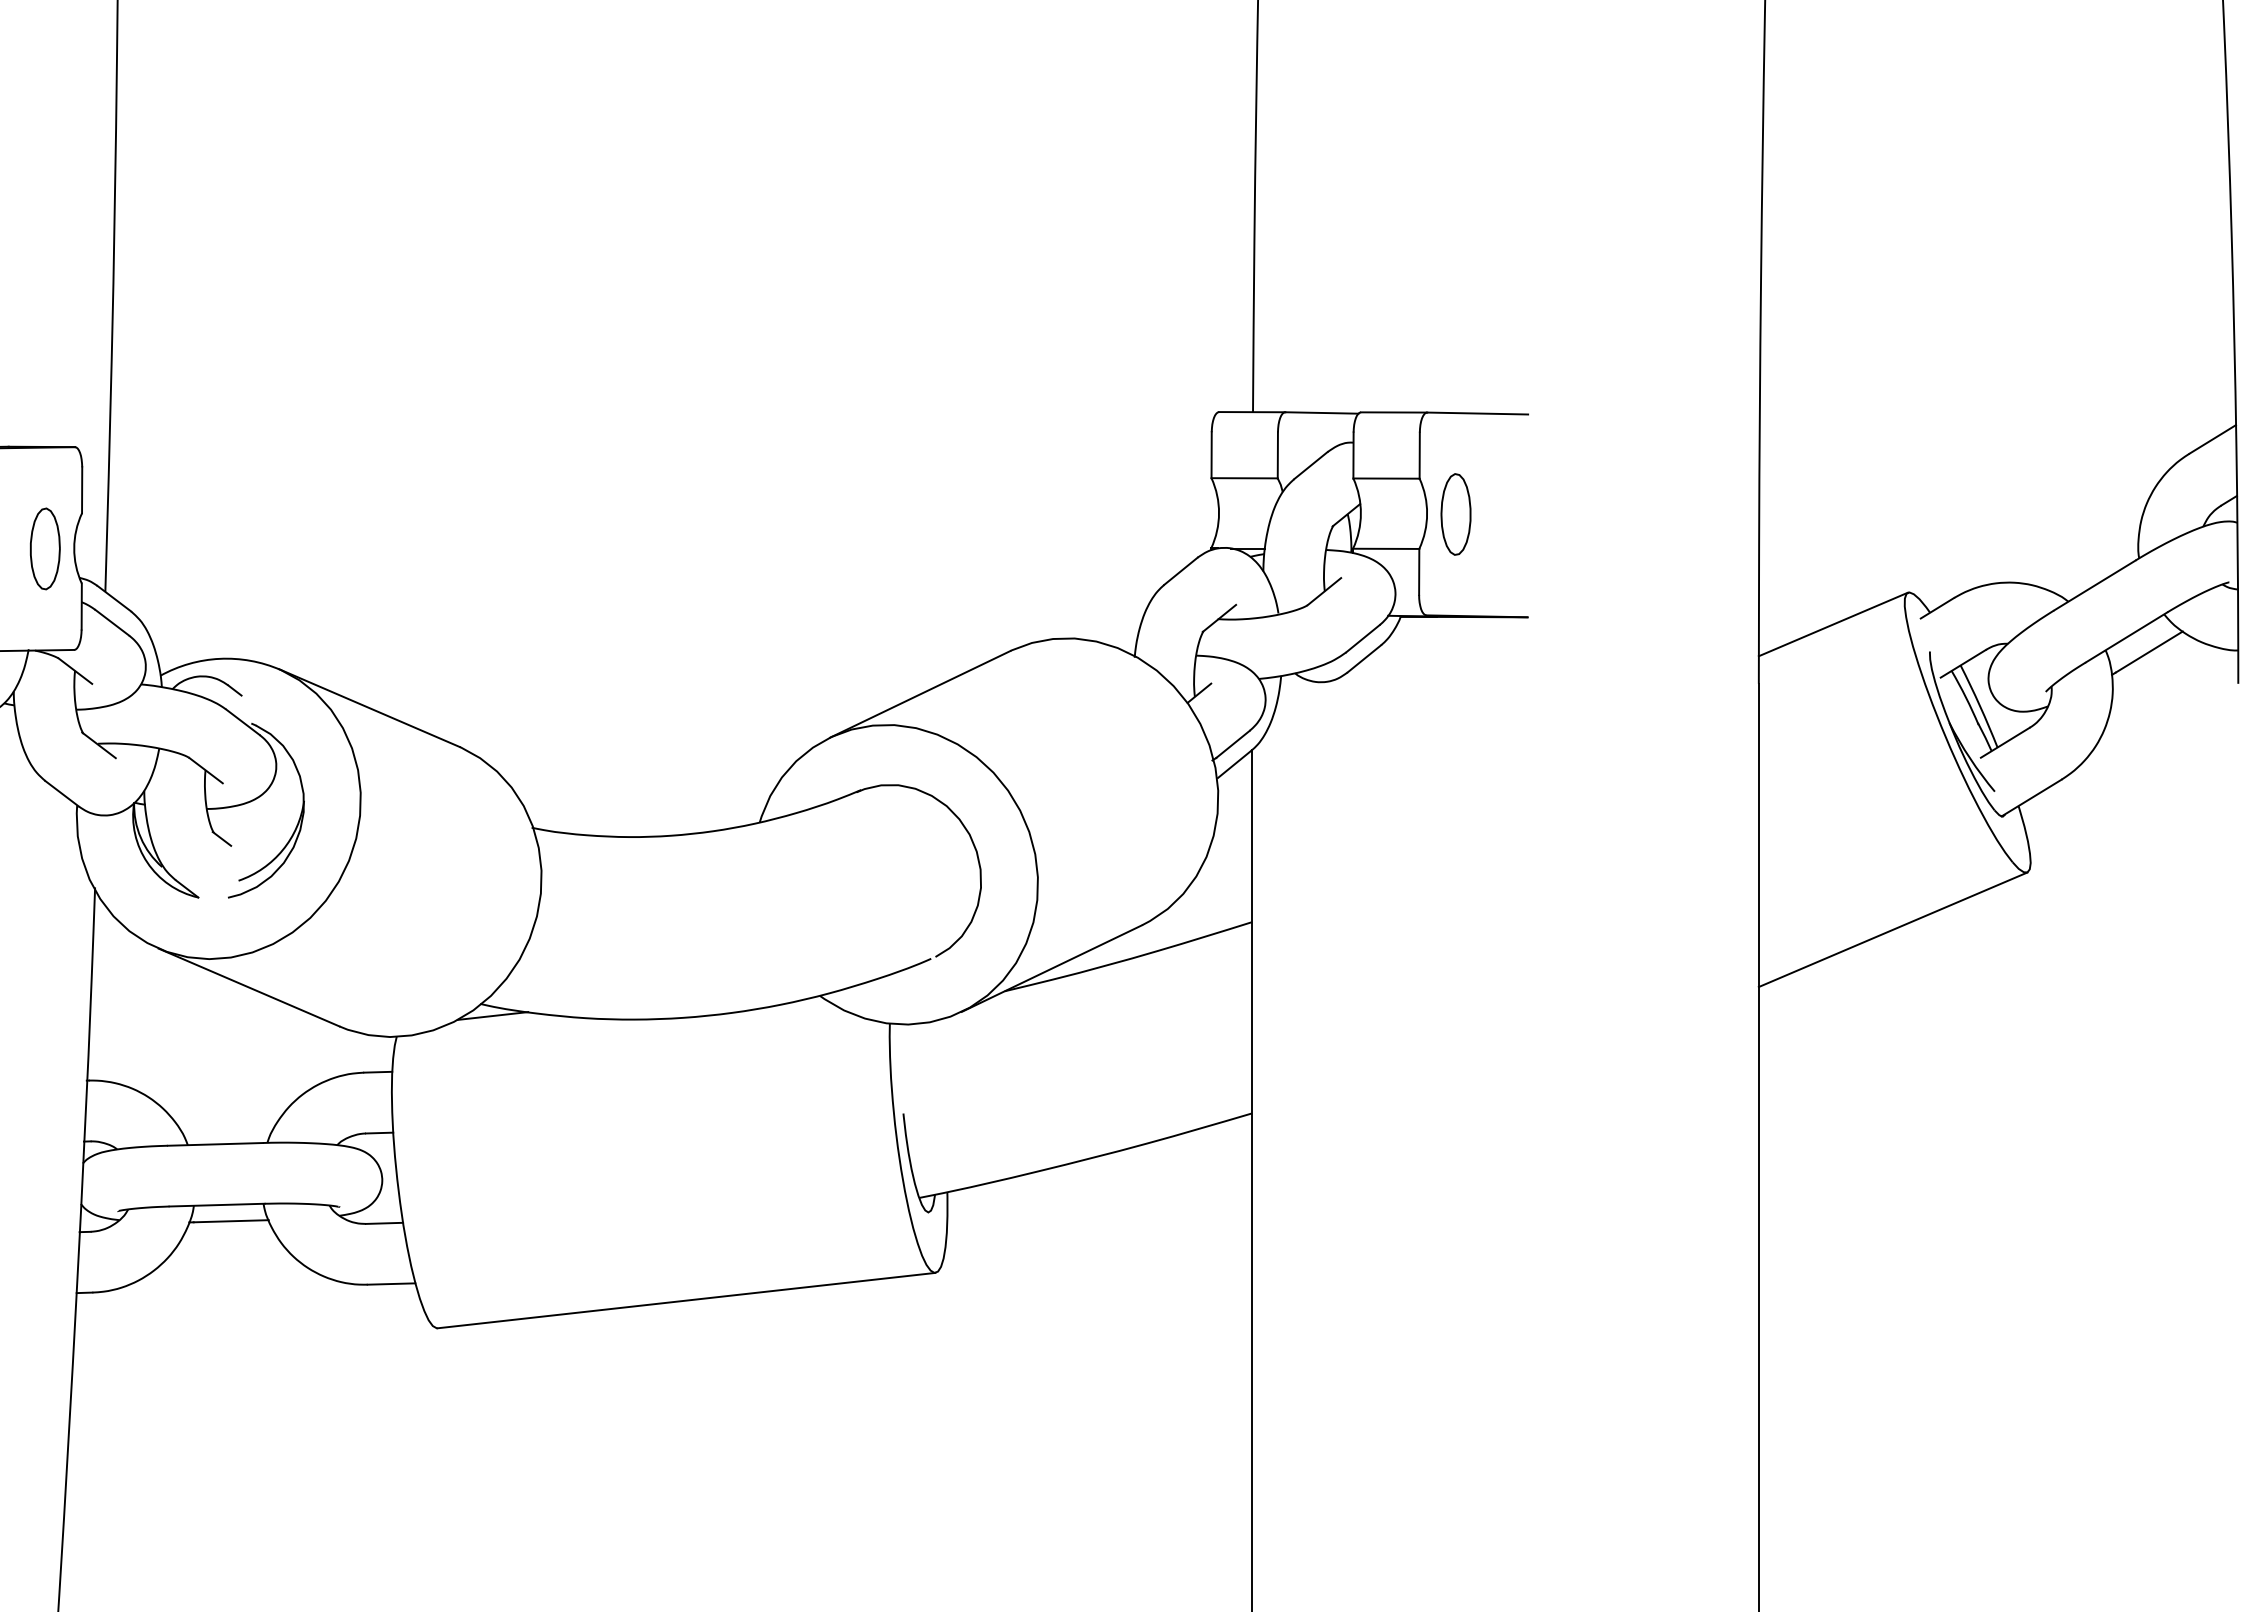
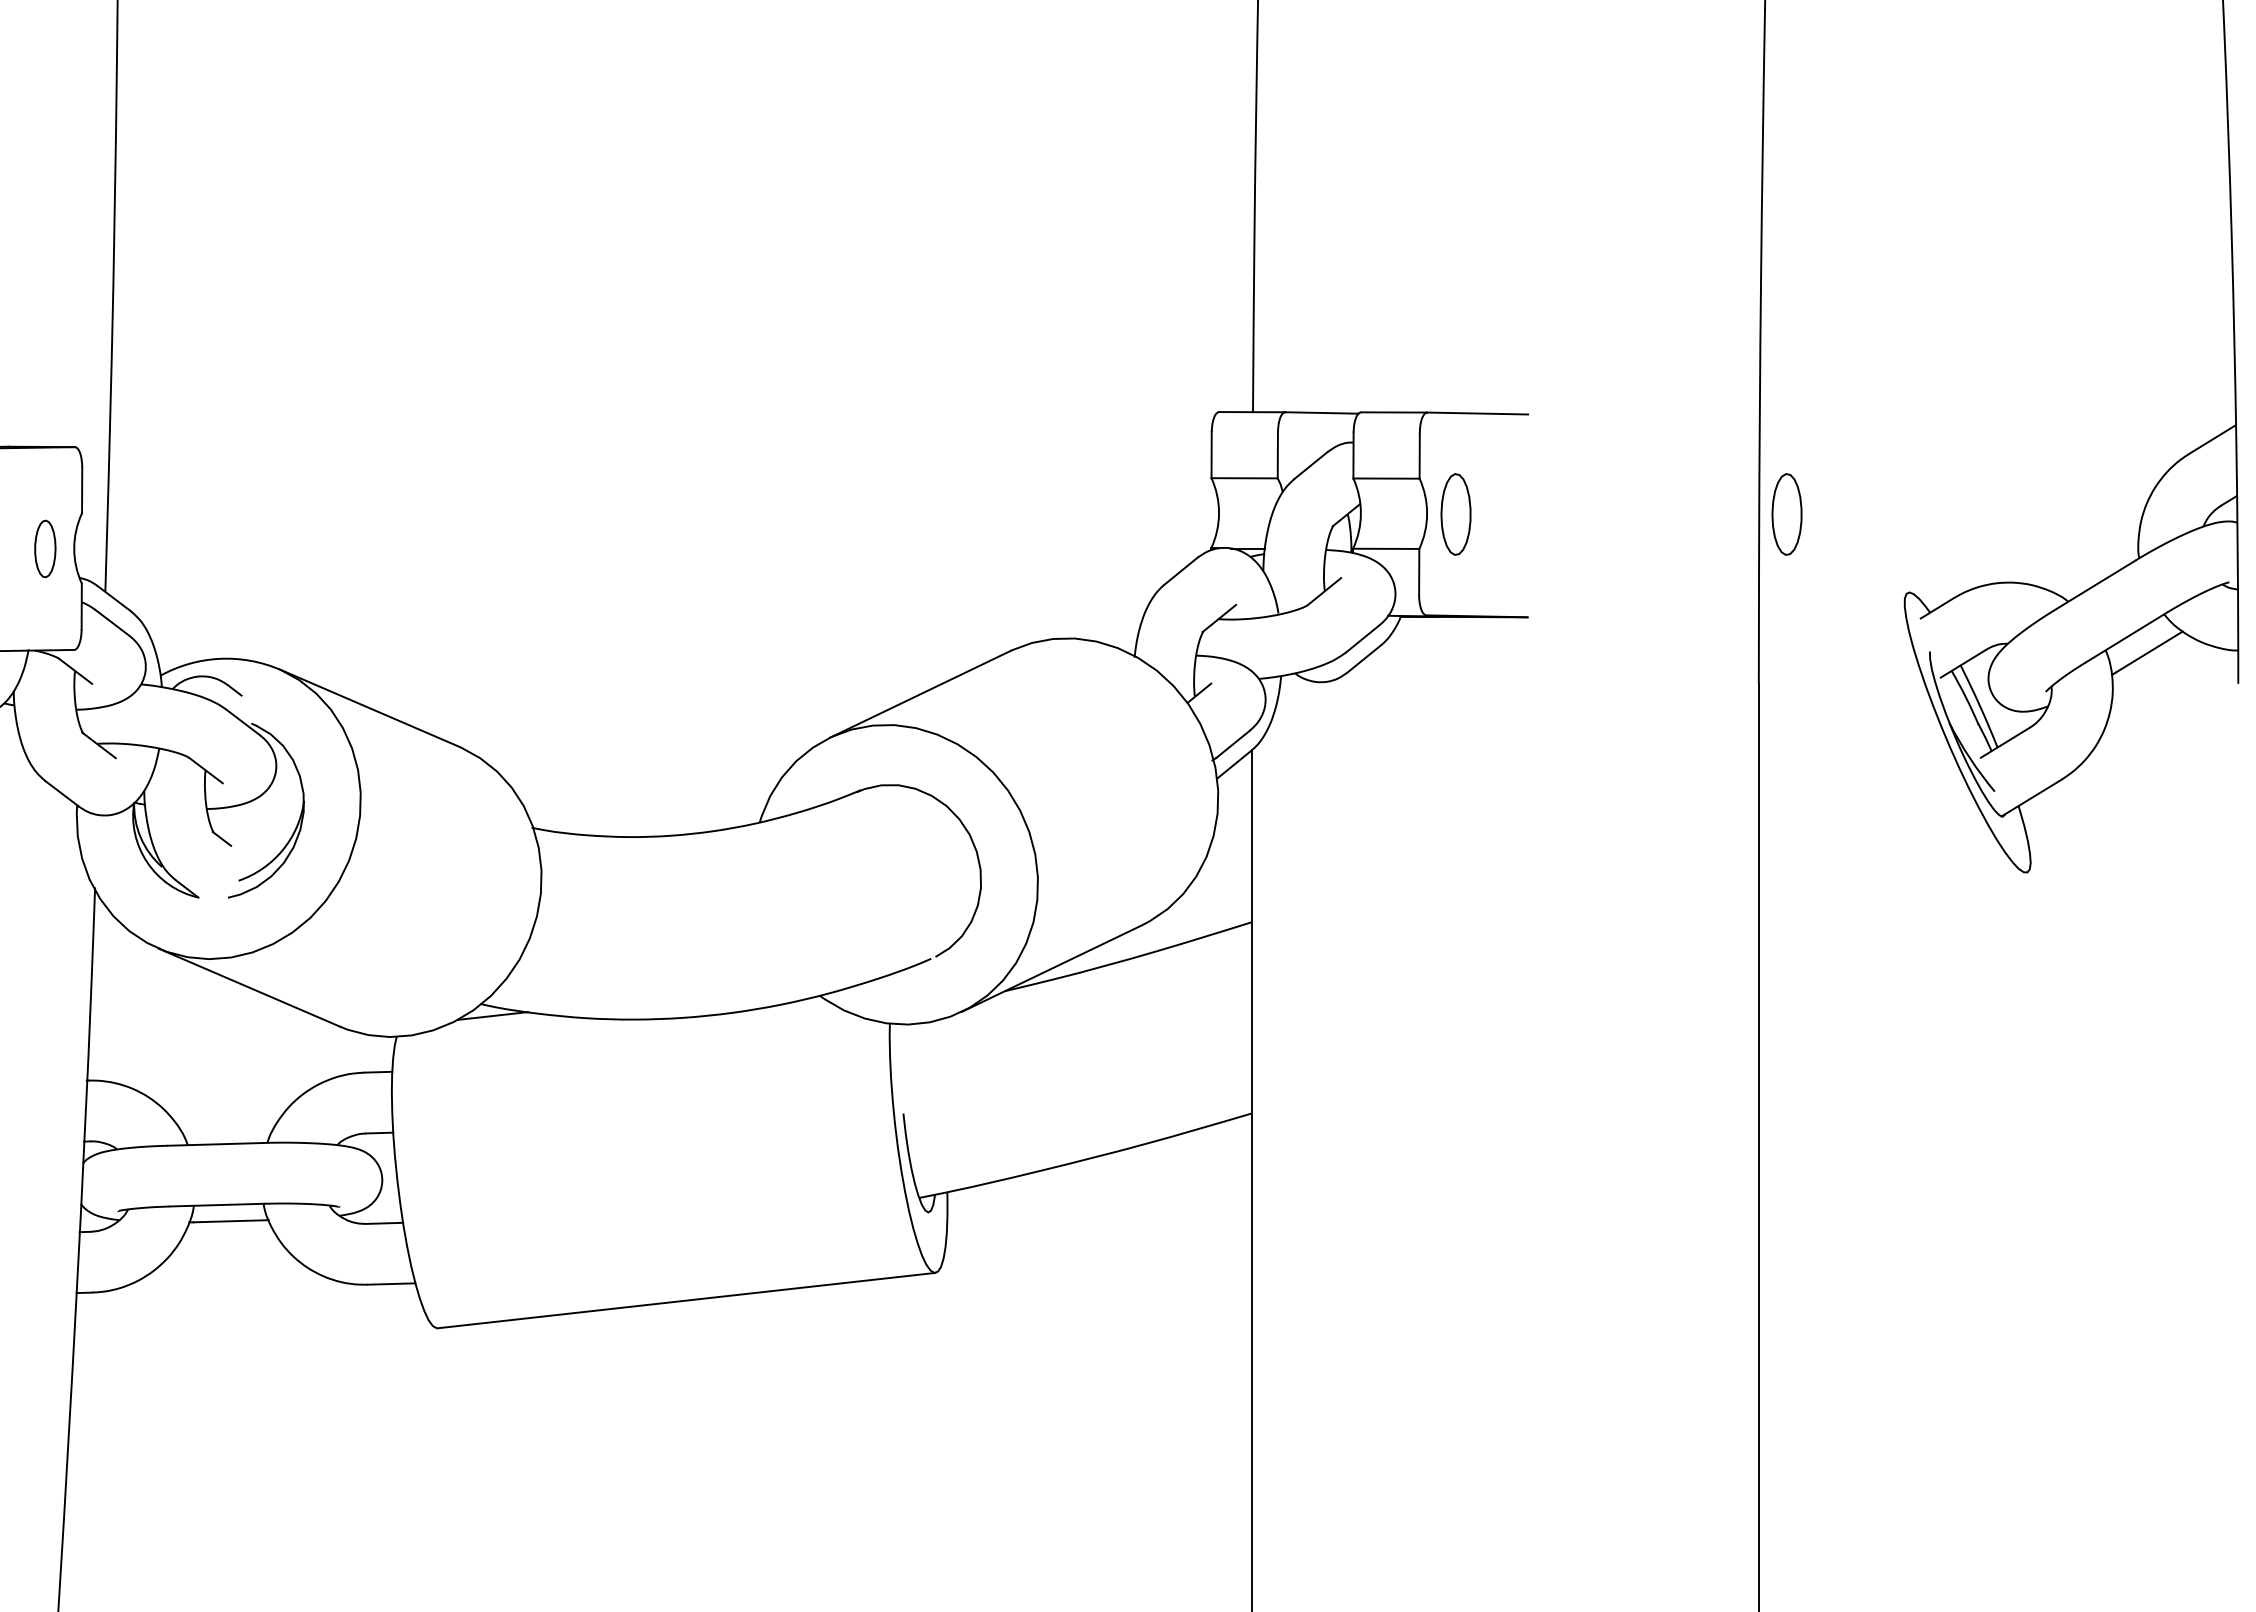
part at (1786, 514): none -> present
part at (45, 548) size: 31x84 px -> 23x60 px
line at (1833, 624): present -> none
line at (1892, 929): present -> none
